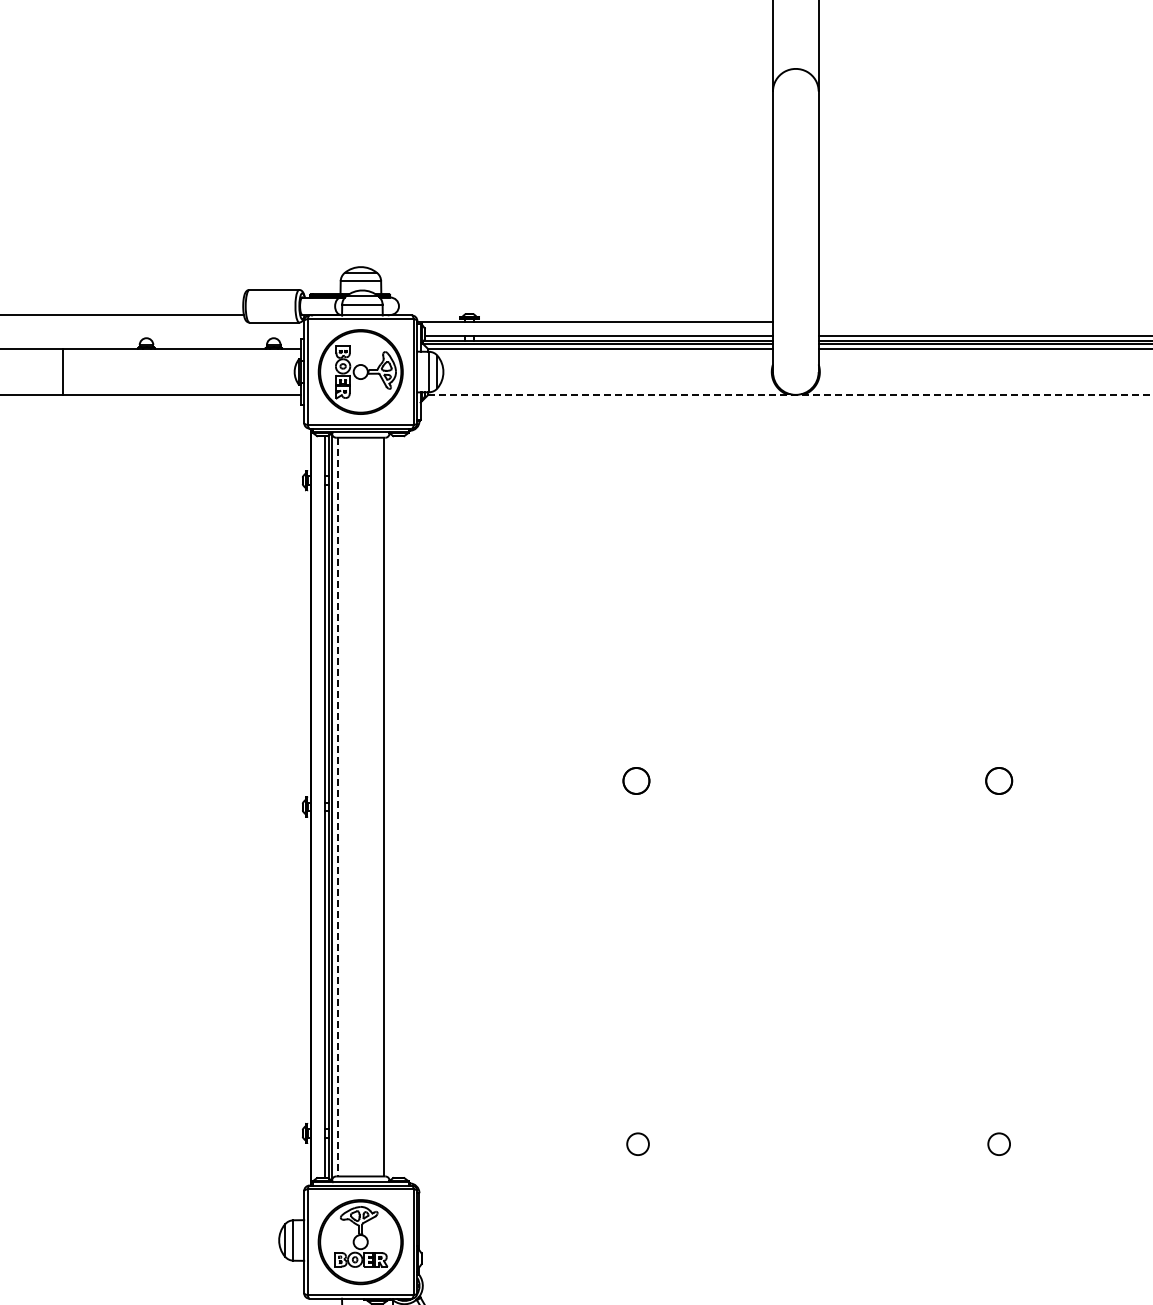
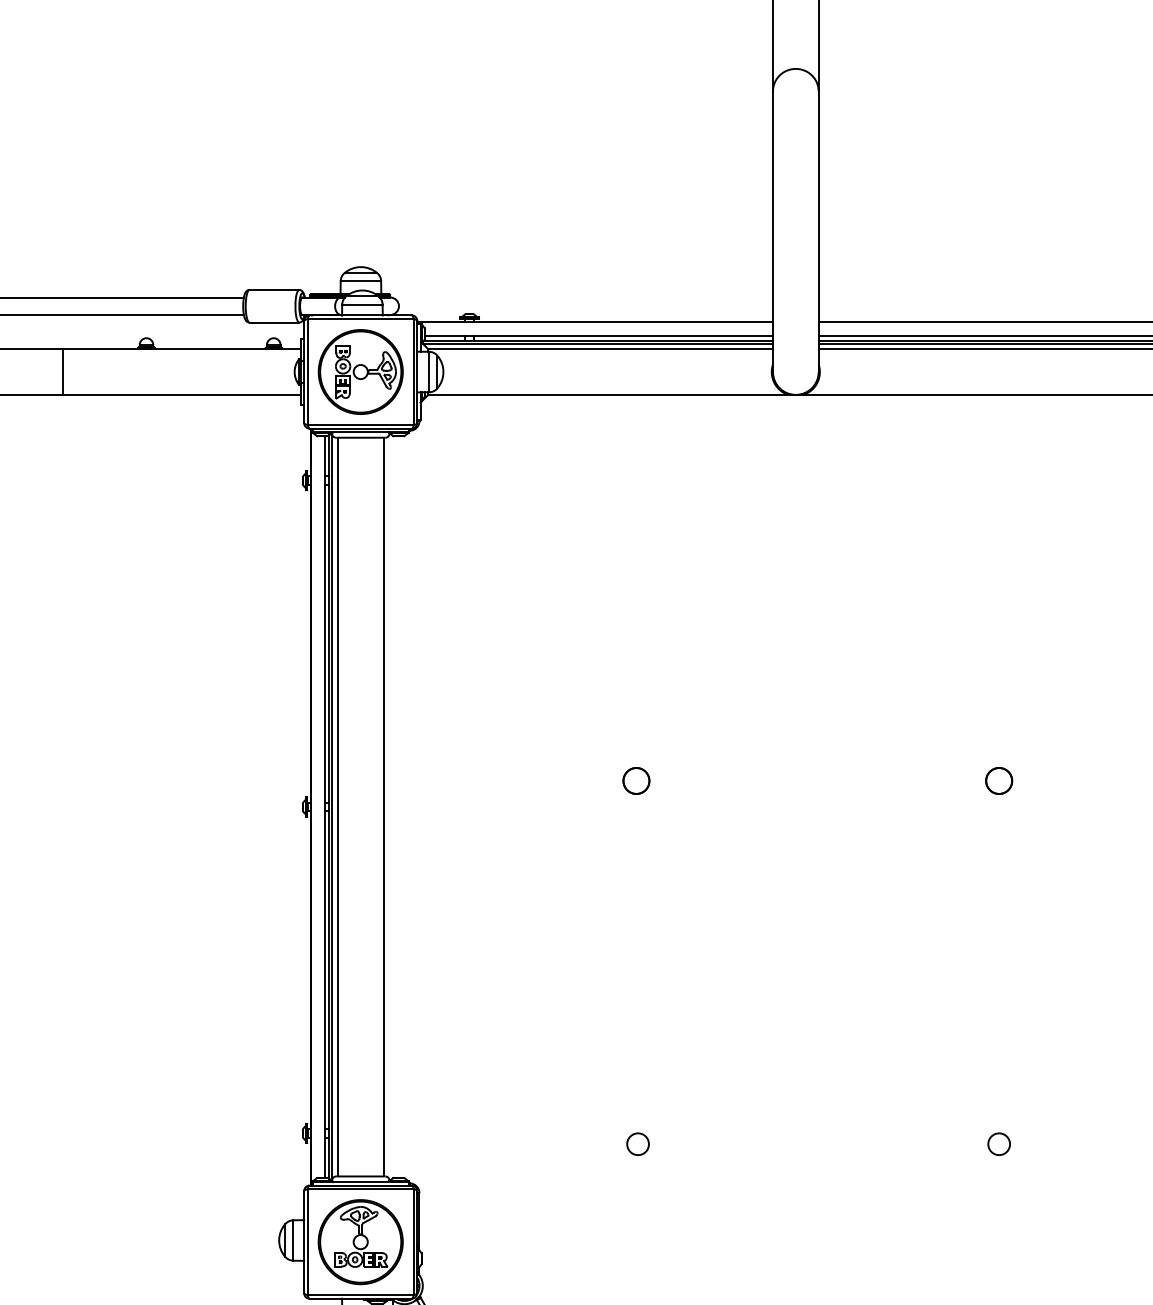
line at (122, 297): none -> present
line at (983, 322): none -> present
line at (790, 394): dashed -> solid
line at (337, 807): dashed -> solid
